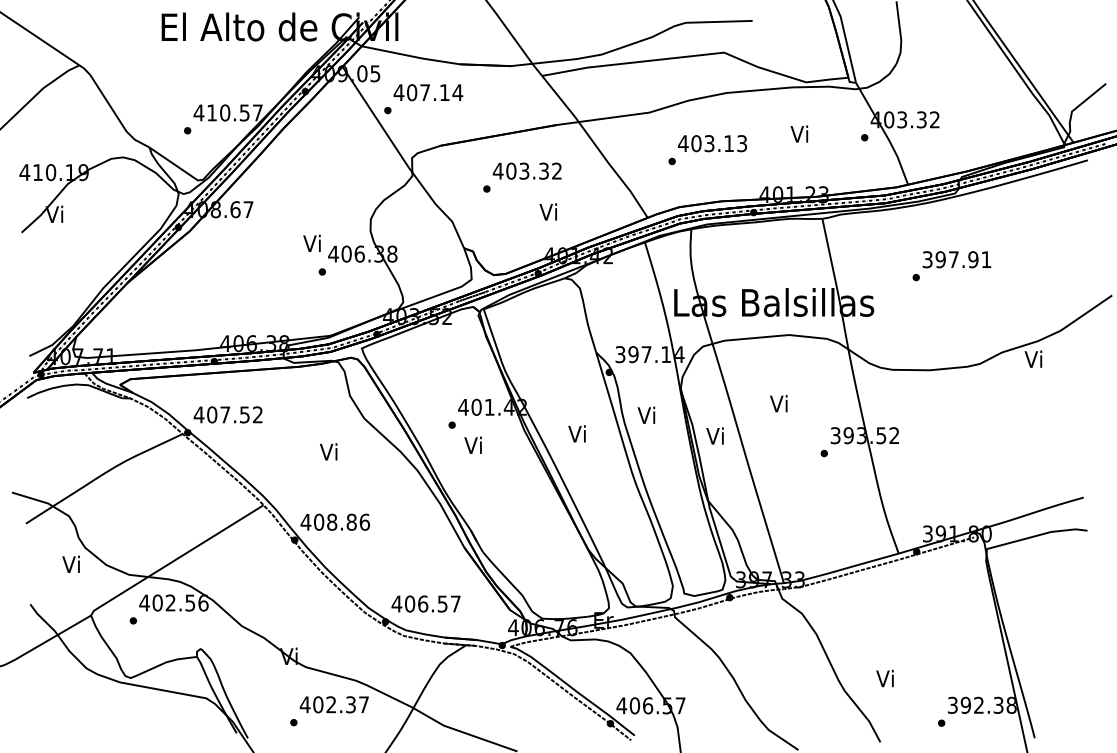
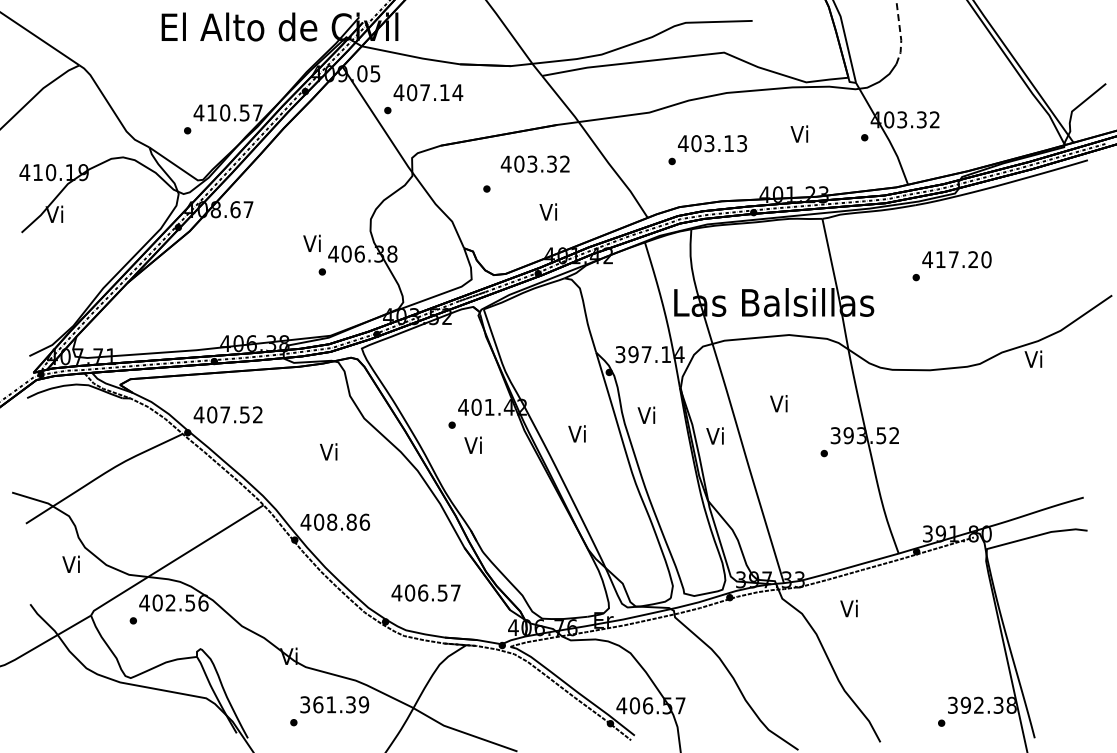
line at (900, 34): solid -> dashed
text at (526, 170) position: (526, 170) -> (534, 163)
text at (956, 259): 397.91 -> 417.20
text at (425, 603) position: (425, 603) -> (425, 592)
text at (884, 678) position: (884, 678) -> (848, 608)
text at (334, 704): 402.37 -> 361.39
